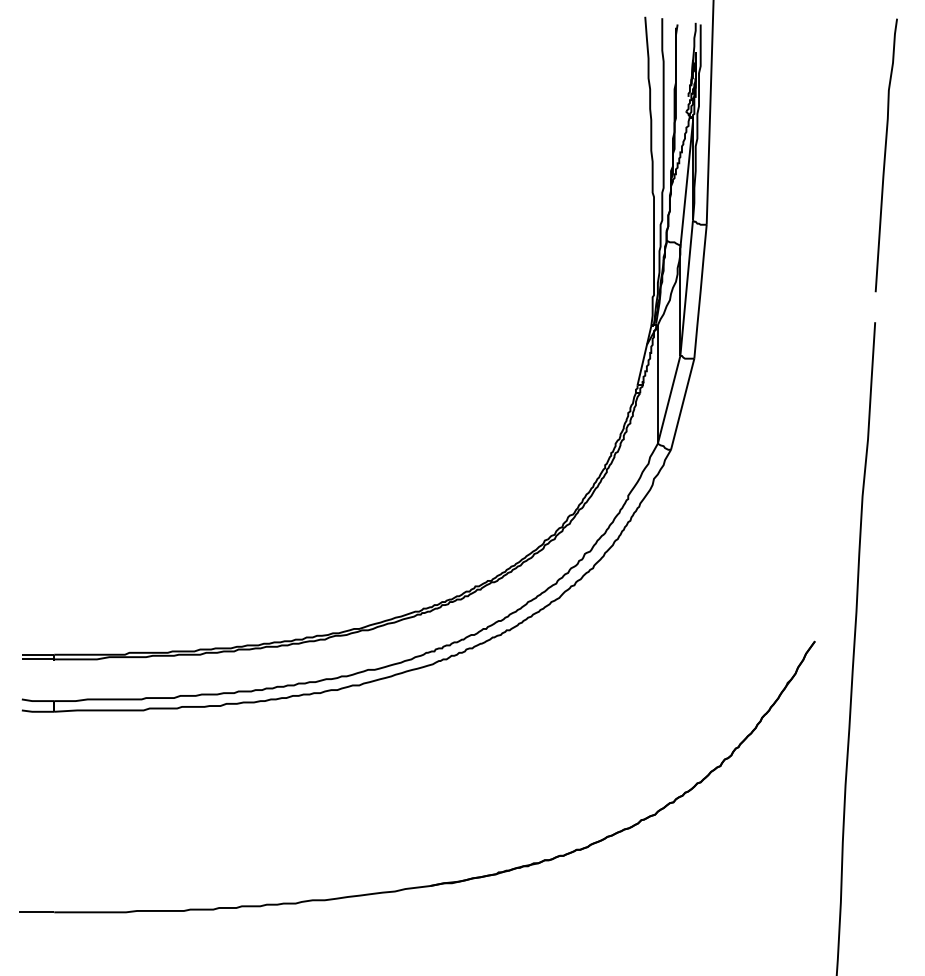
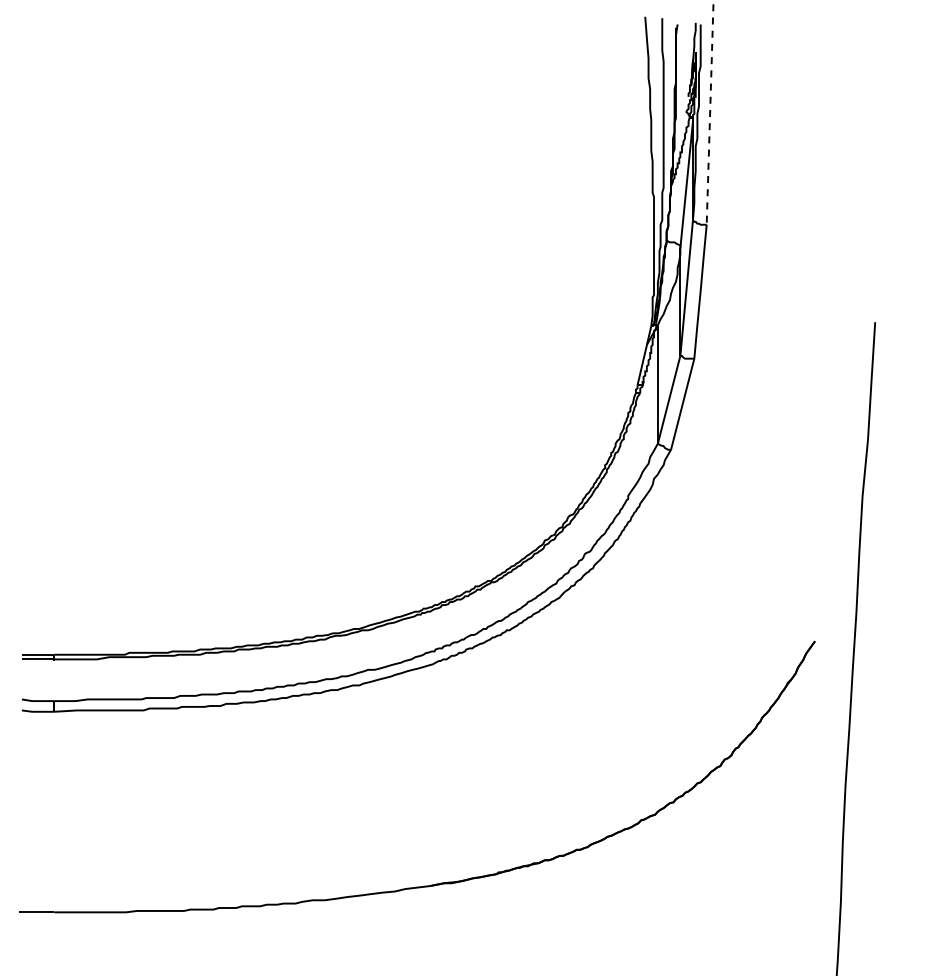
line at (710, 113): solid -> dashed
curve at (885, 155): present -> none
